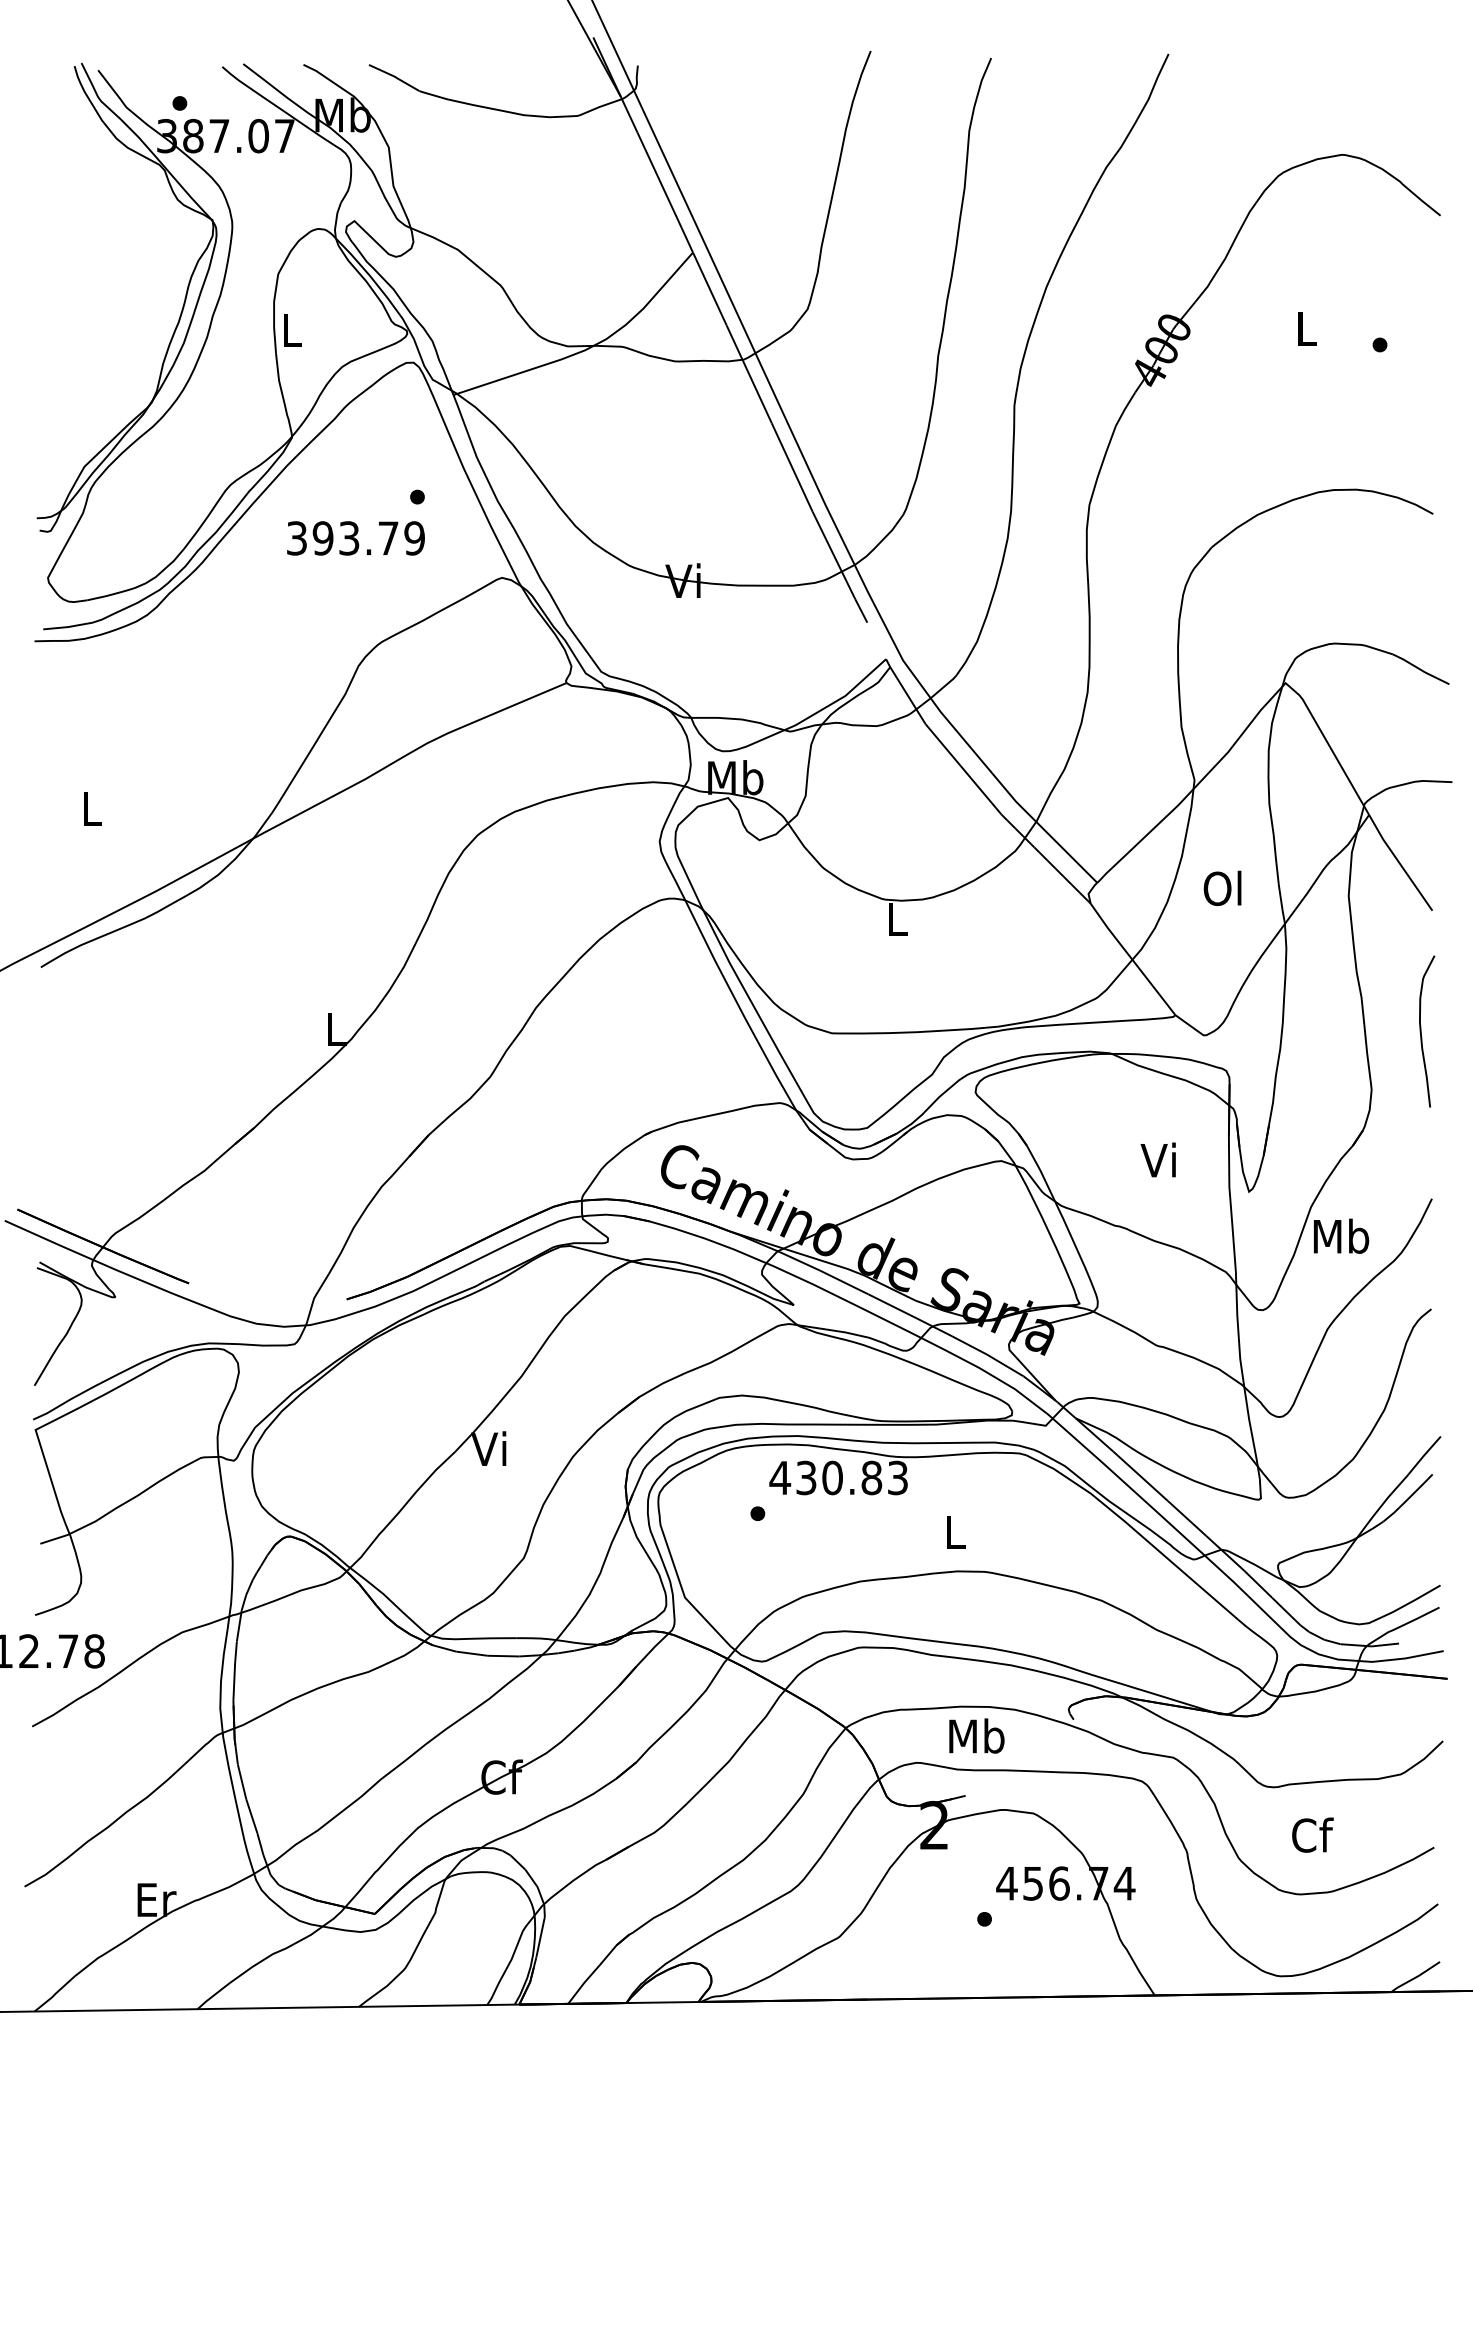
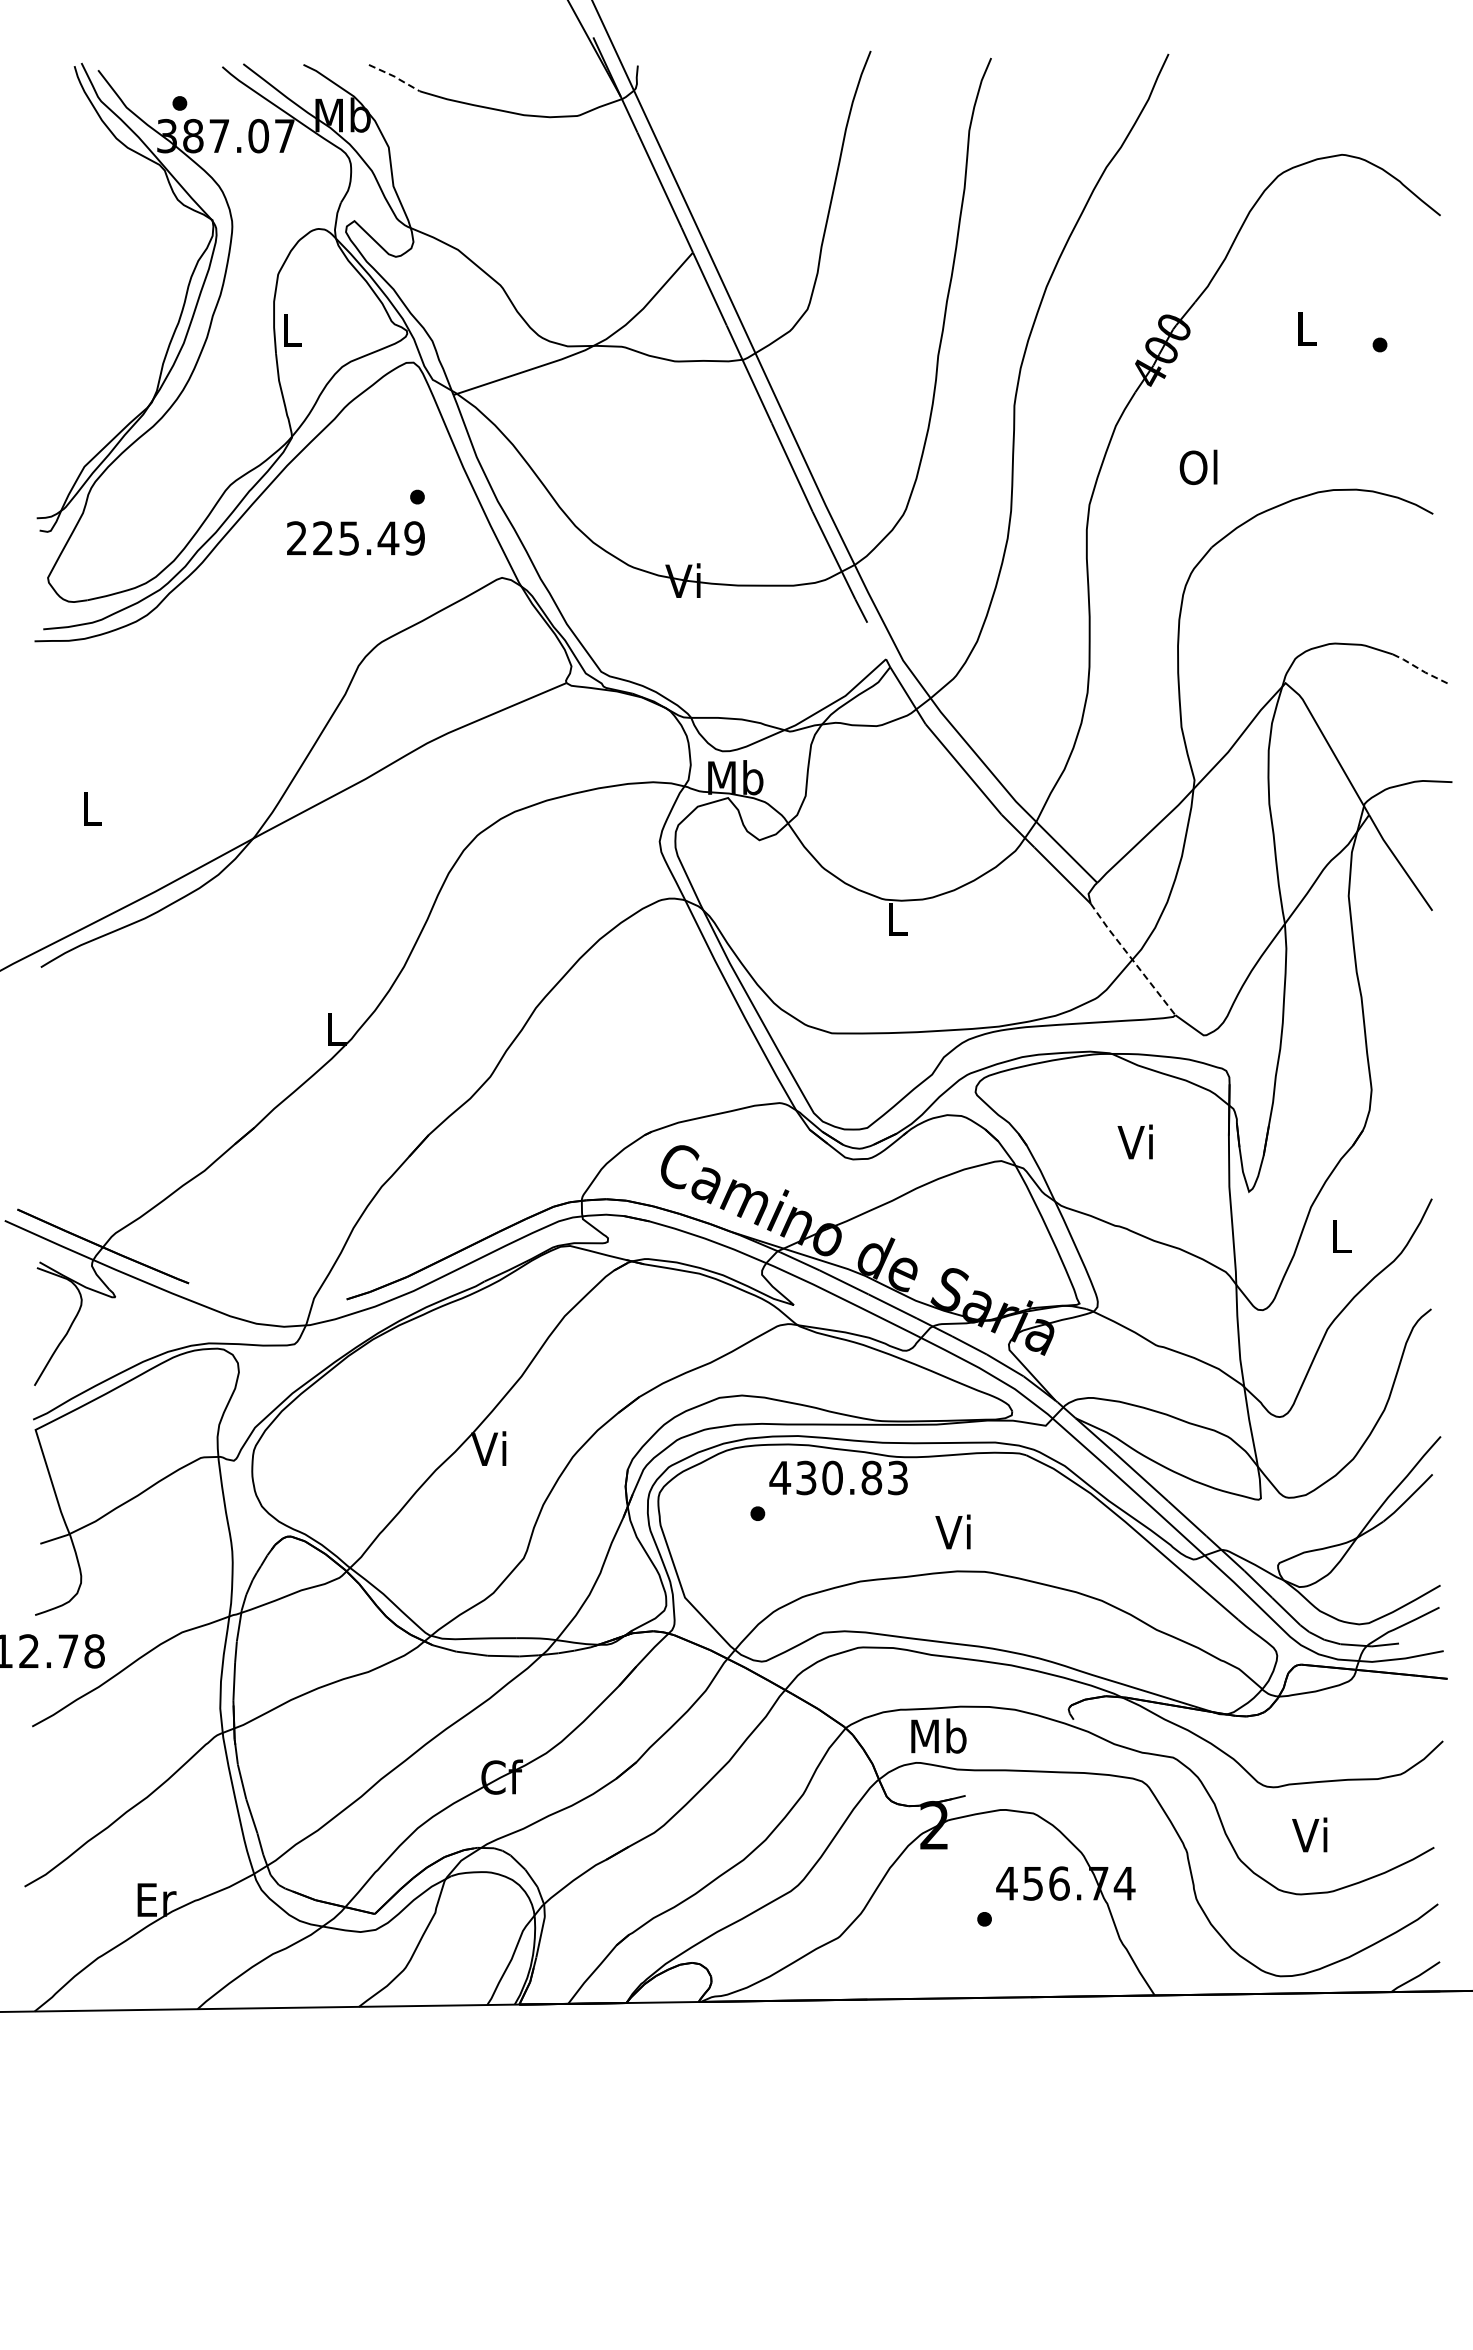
line at (395, 77): solid -> dashed
text at (343, 538): 393.79 -> 225.49
line at (1421, 669): solid -> dashed
text at (1222, 888) position: (1222, 888) -> (1198, 467)
line at (1132, 959): solid -> dashed
curve at (1421, 1031): present -> none
text at (1157, 1159) position: (1157, 1159) -> (1134, 1141)
text at (1341, 1235): Mb -> L
text at (952, 1531): L -> Vi
text at (976, 1735) position: (976, 1735) -> (938, 1735)
text at (1312, 1834): Cf -> Vi
